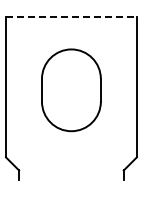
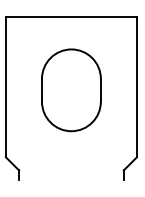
line at (71, 16): dashed -> solid
